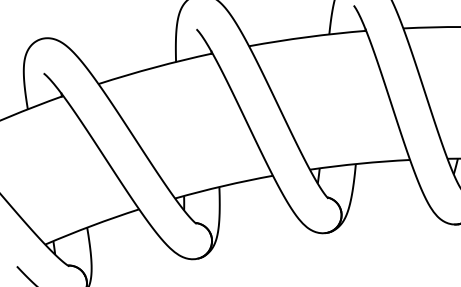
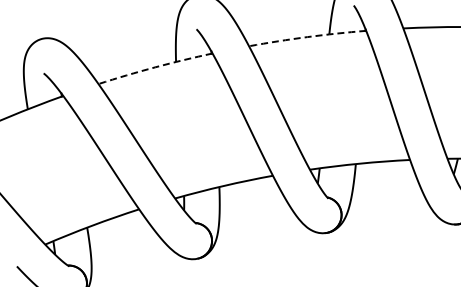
arc at (307, 37): solid -> dashed
arc at (155, 67): solid -> dashed
